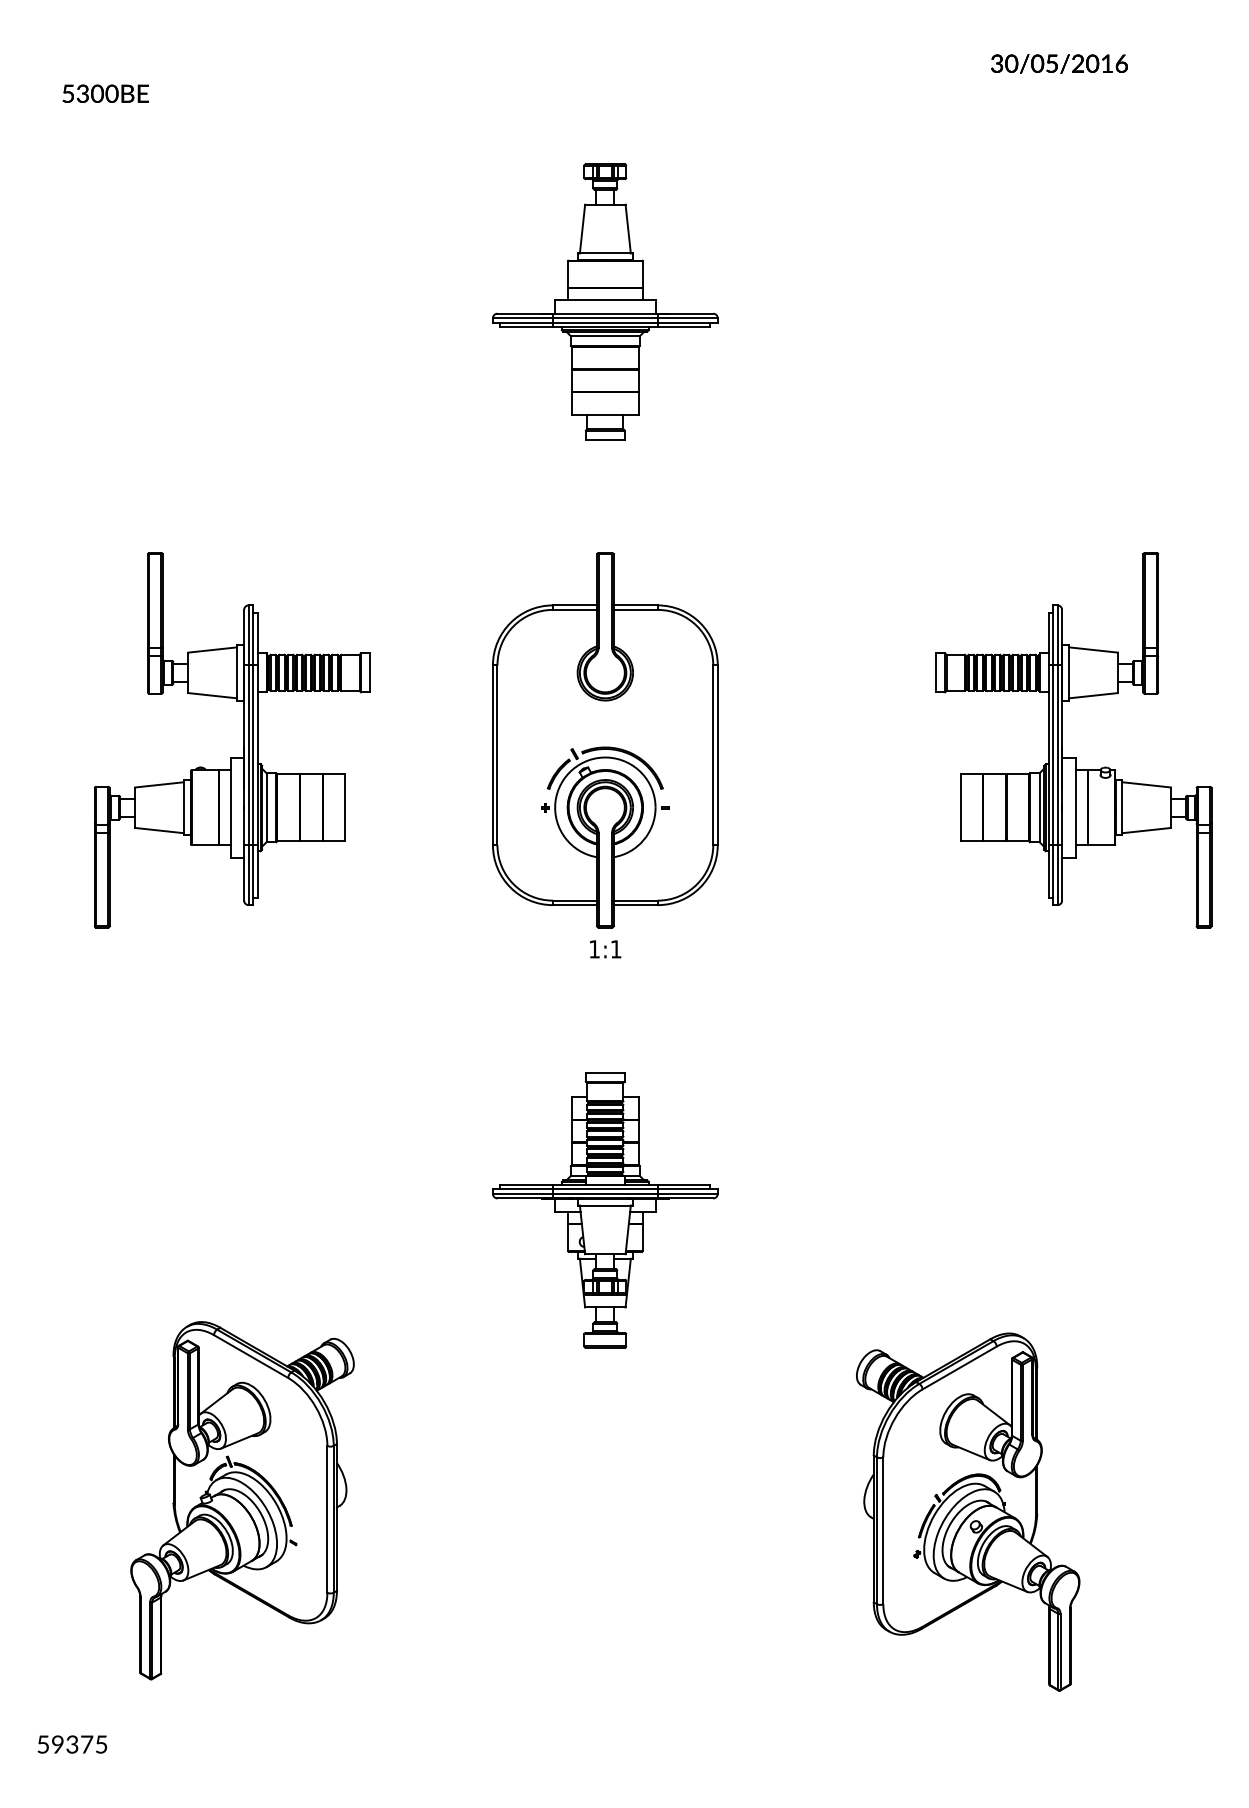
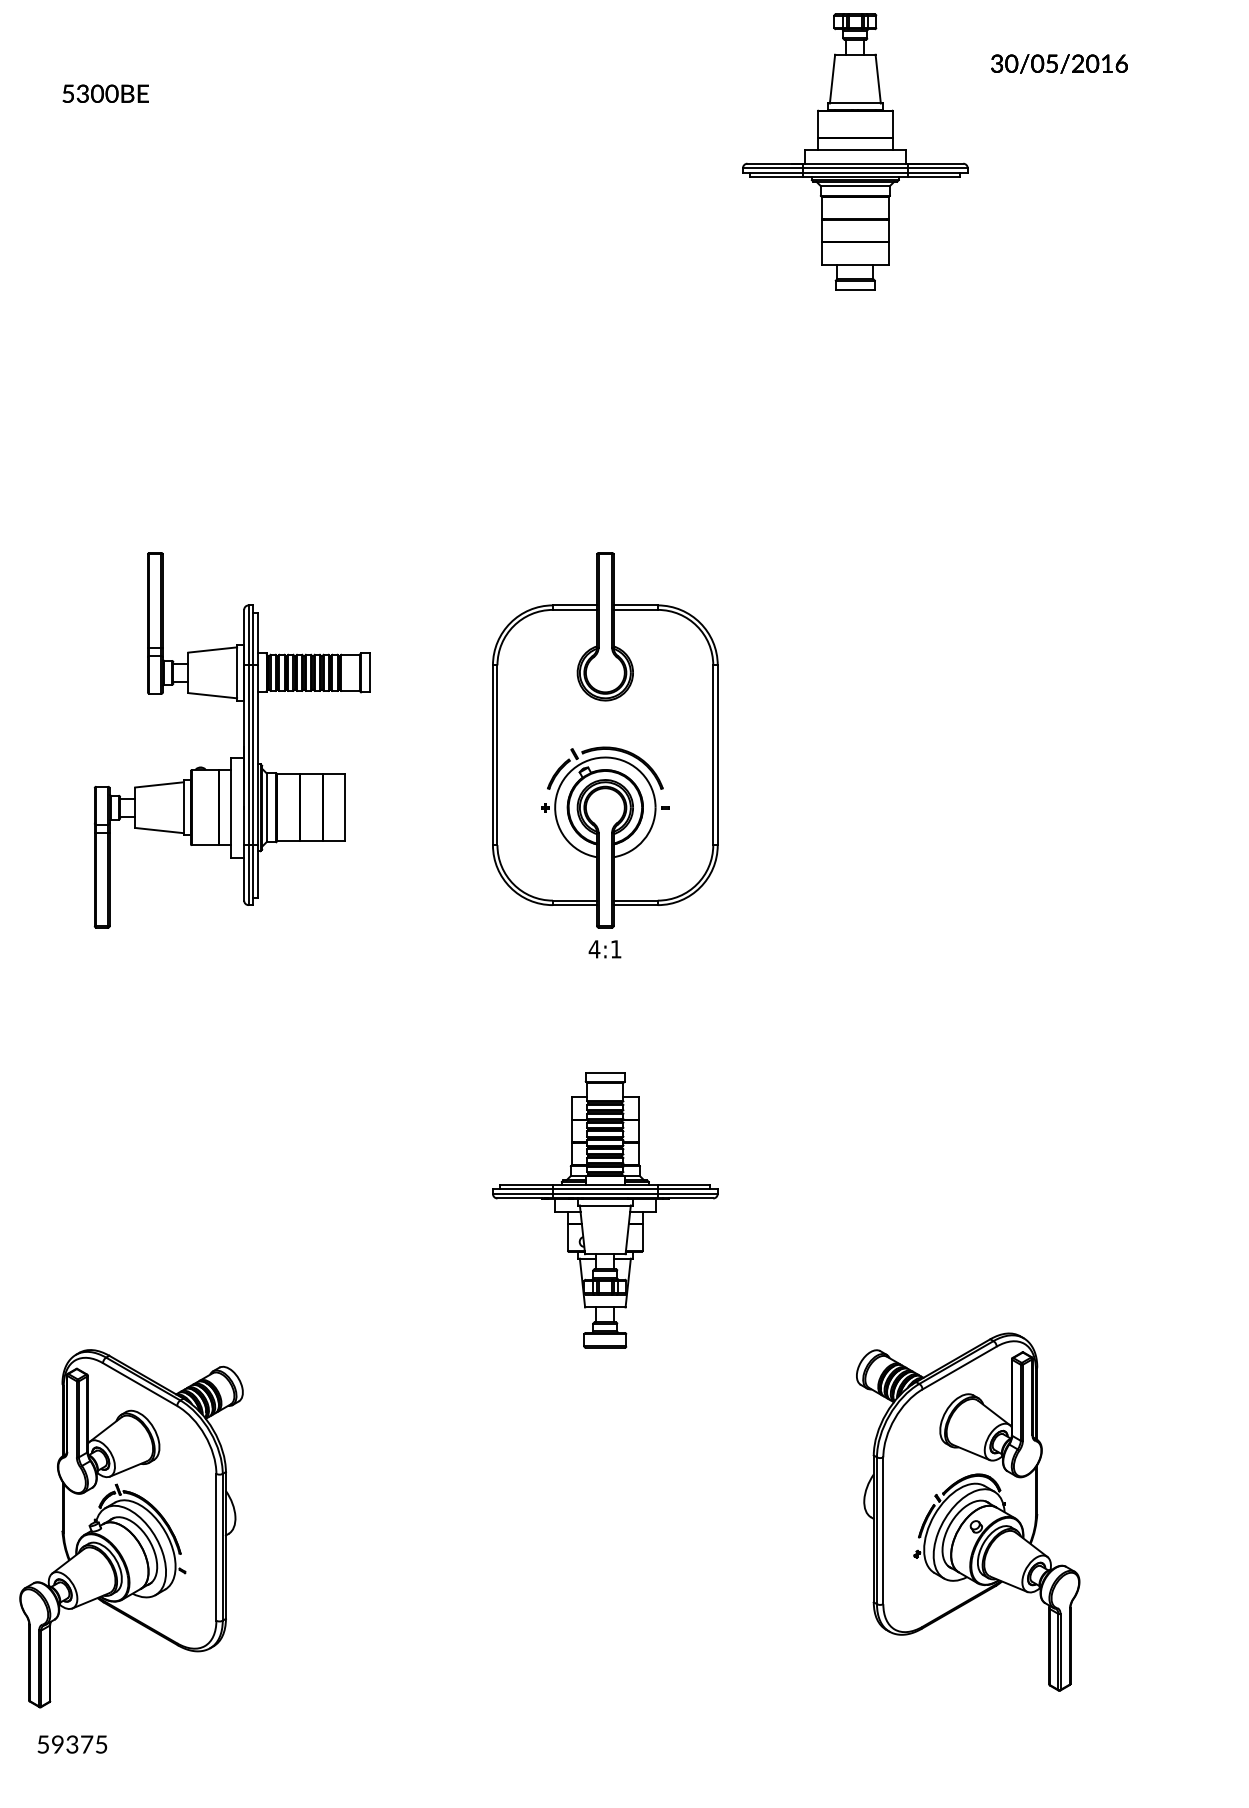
part at (605, 301) position: (605, 301) -> (855, 151)
part at (1062, 740): present -> none
text at (594, 949): 1:1 -> 4:1
part at (242, 1500) position: (242, 1500) -> (131, 1528)
